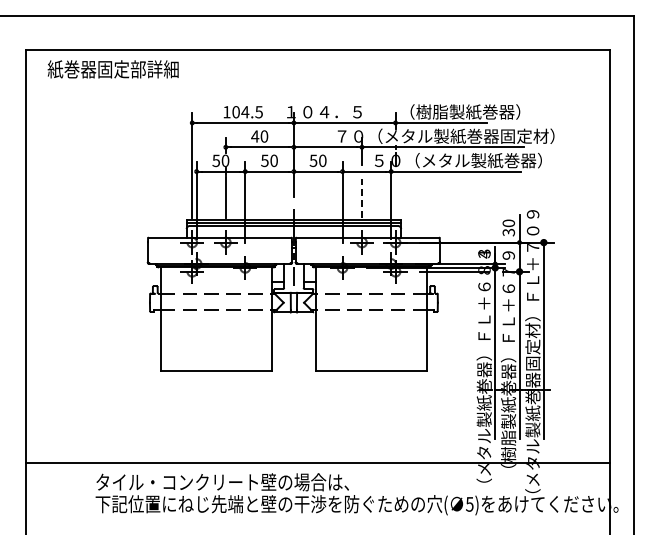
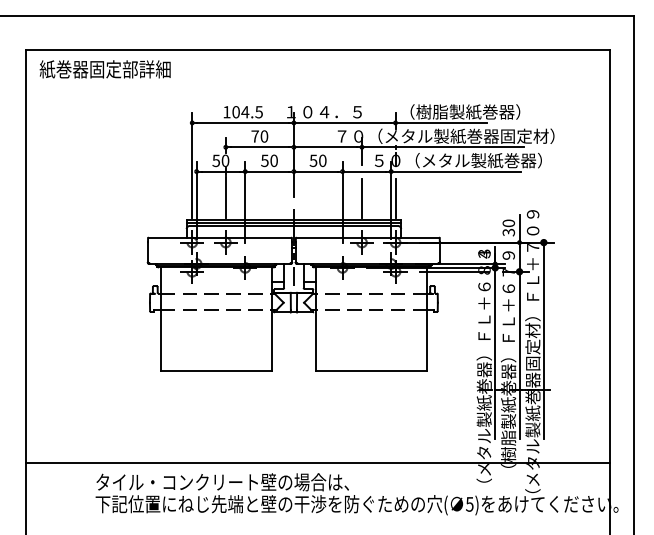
text at (112, 69) position: (112, 69) -> (104, 69)
text at (255, 136): 40 -> 70
line at (362, 198): dashed -> solid
line at (395, 198): none -> present
